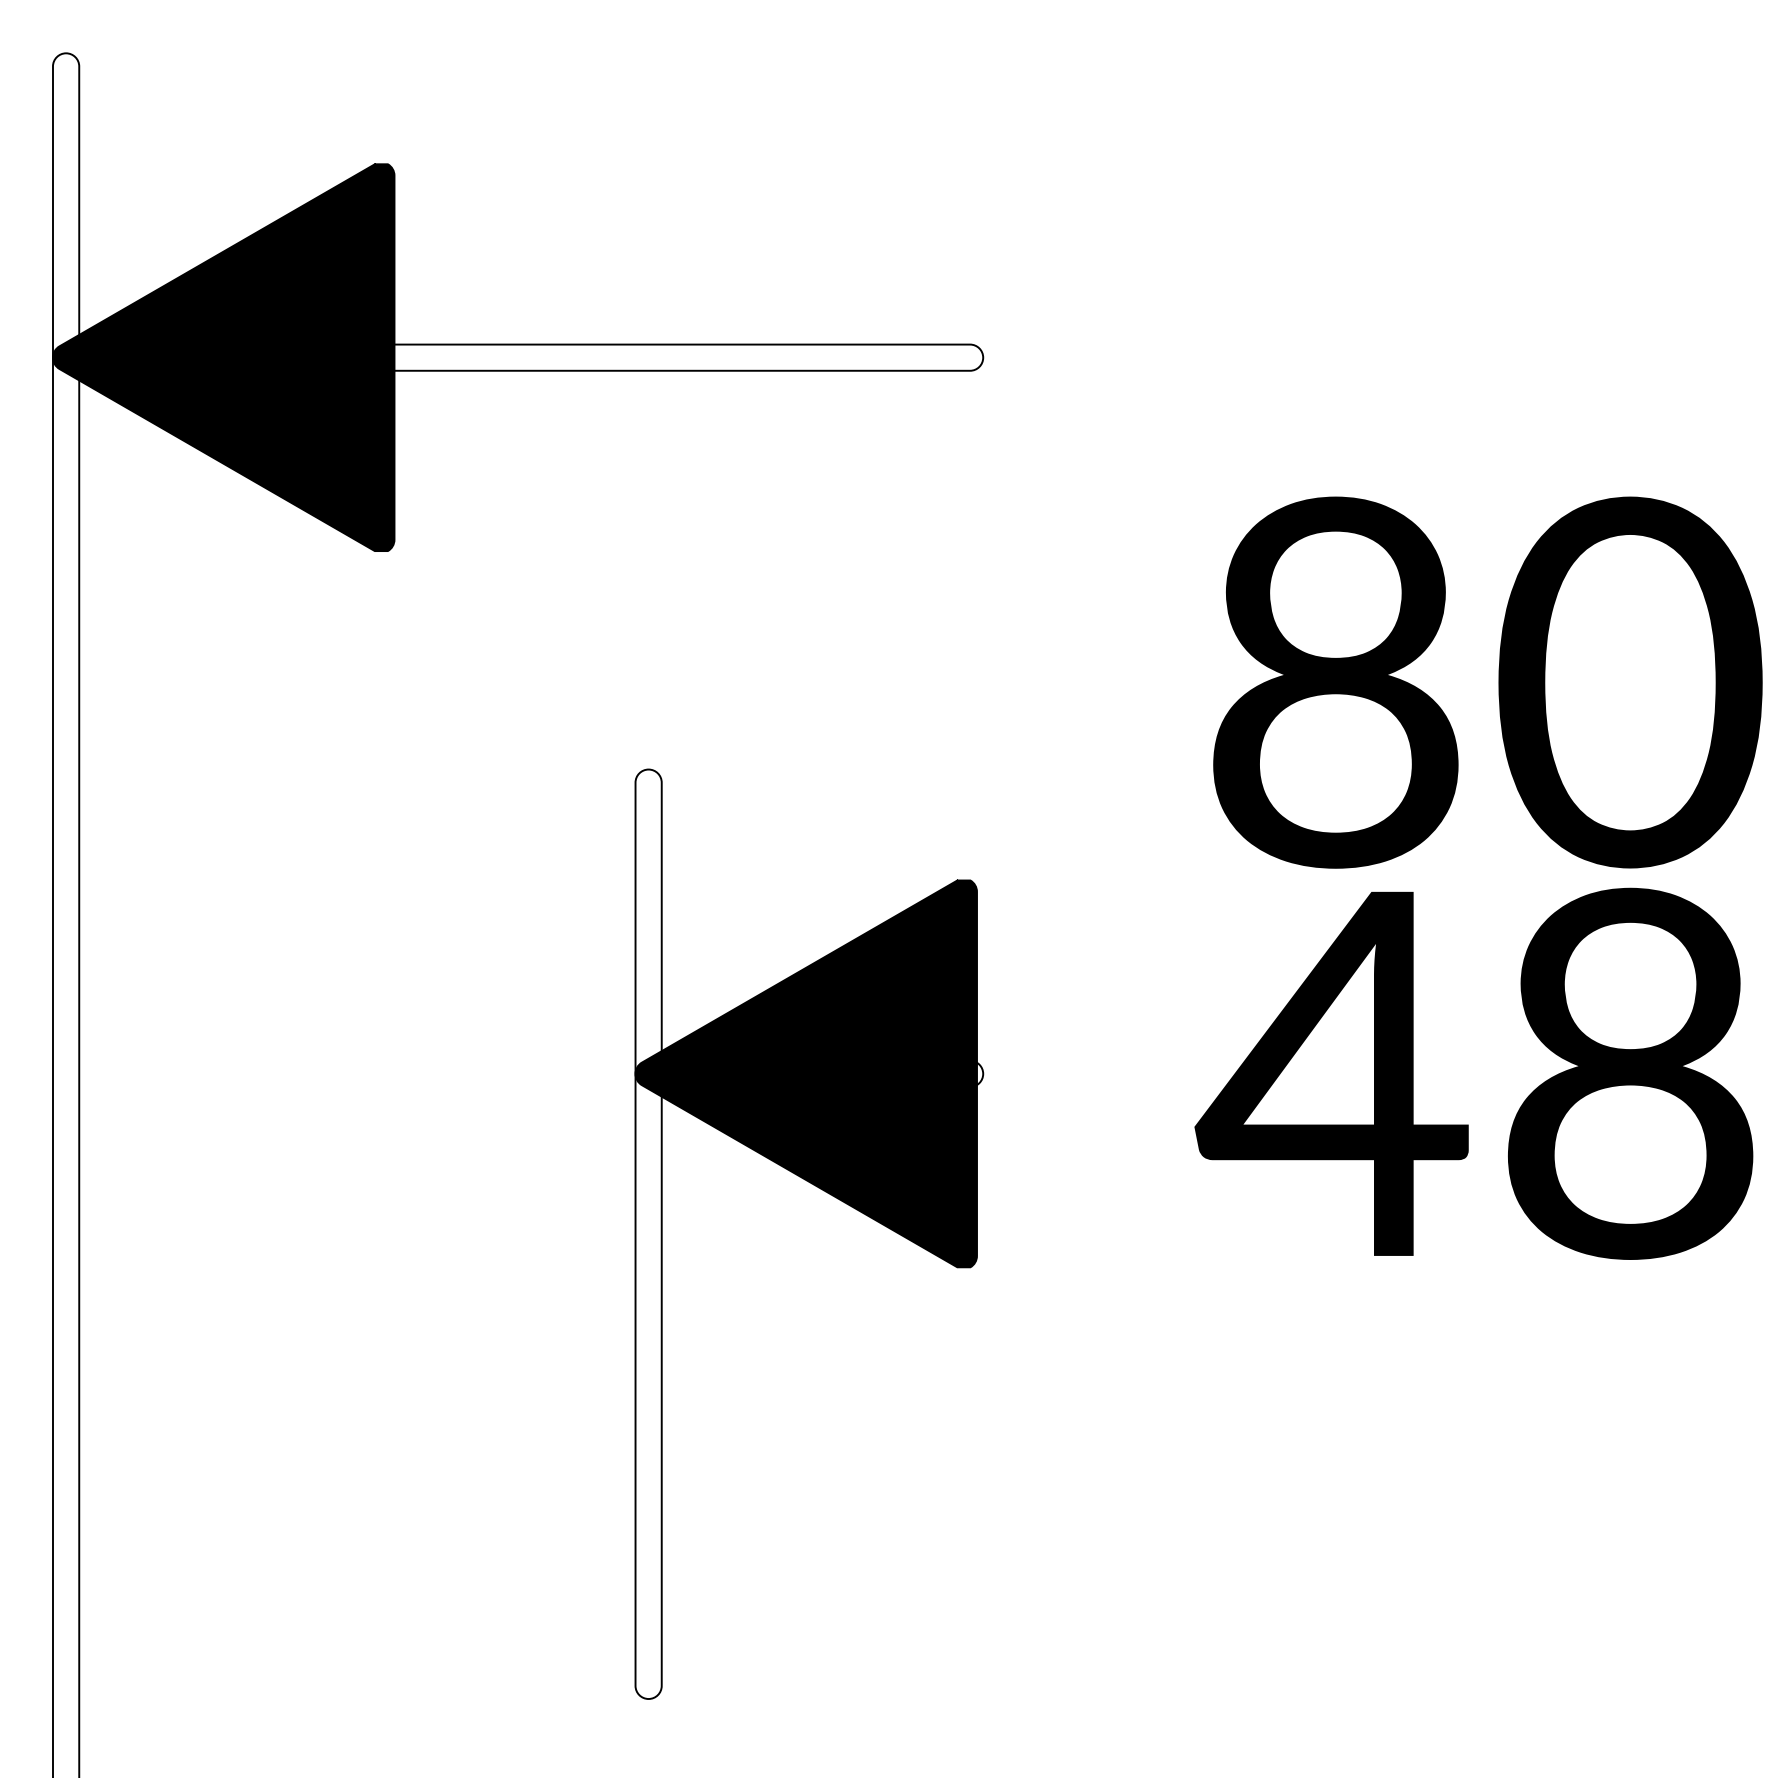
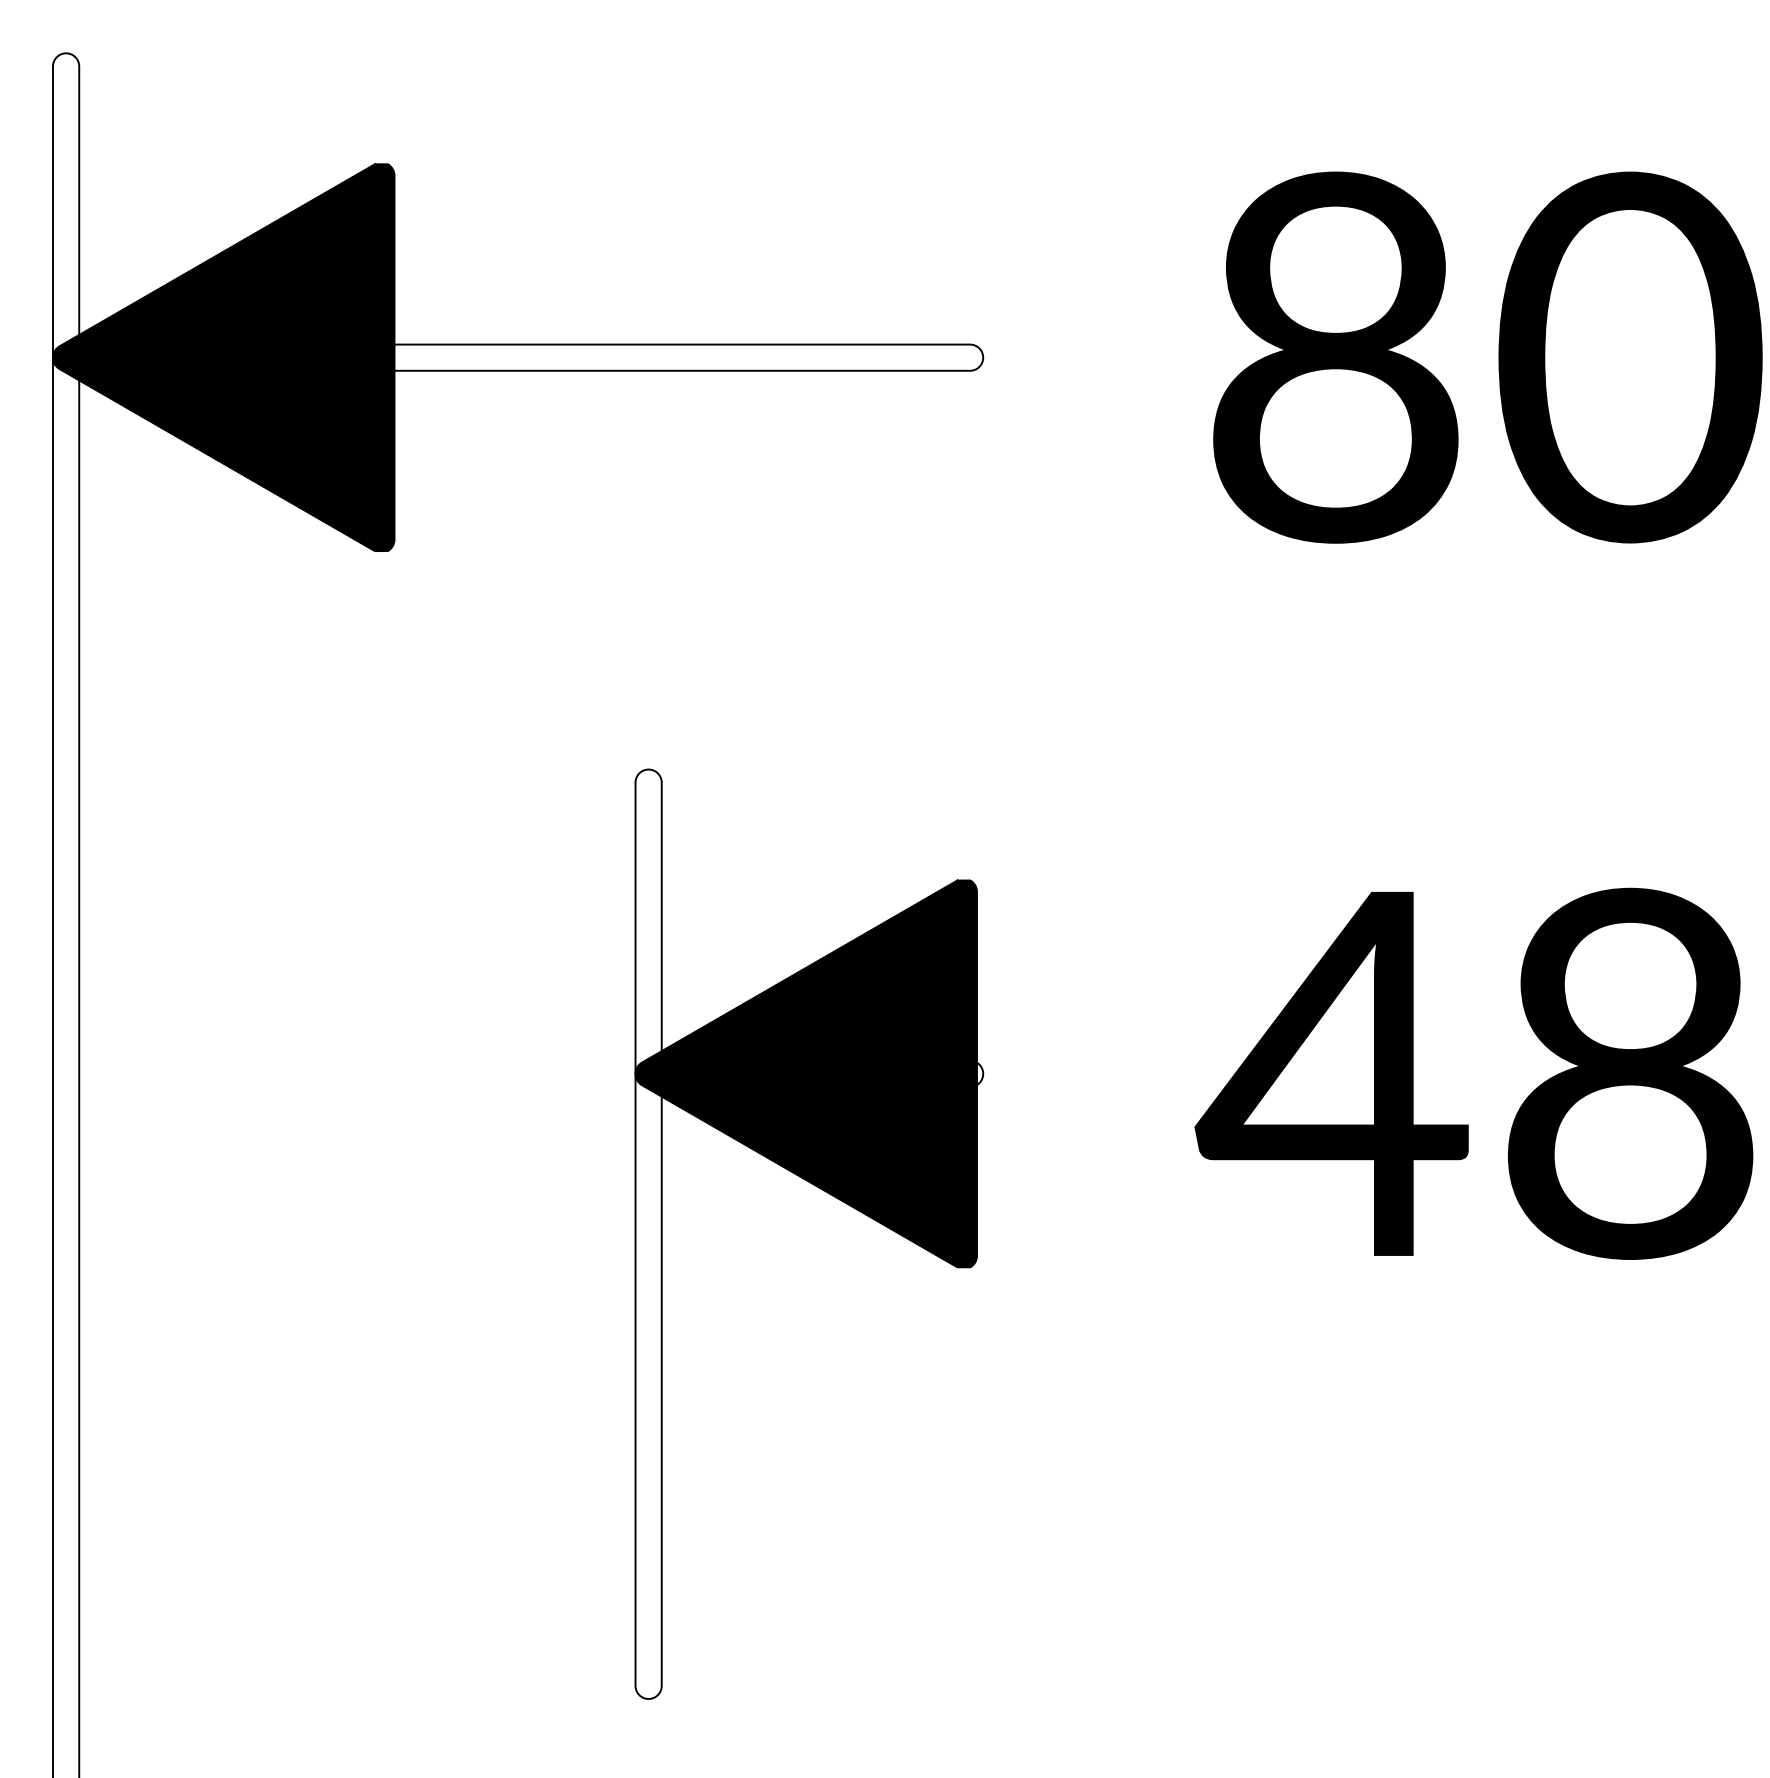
text at (1487, 682) position: (1487, 682) -> (1487, 357)
